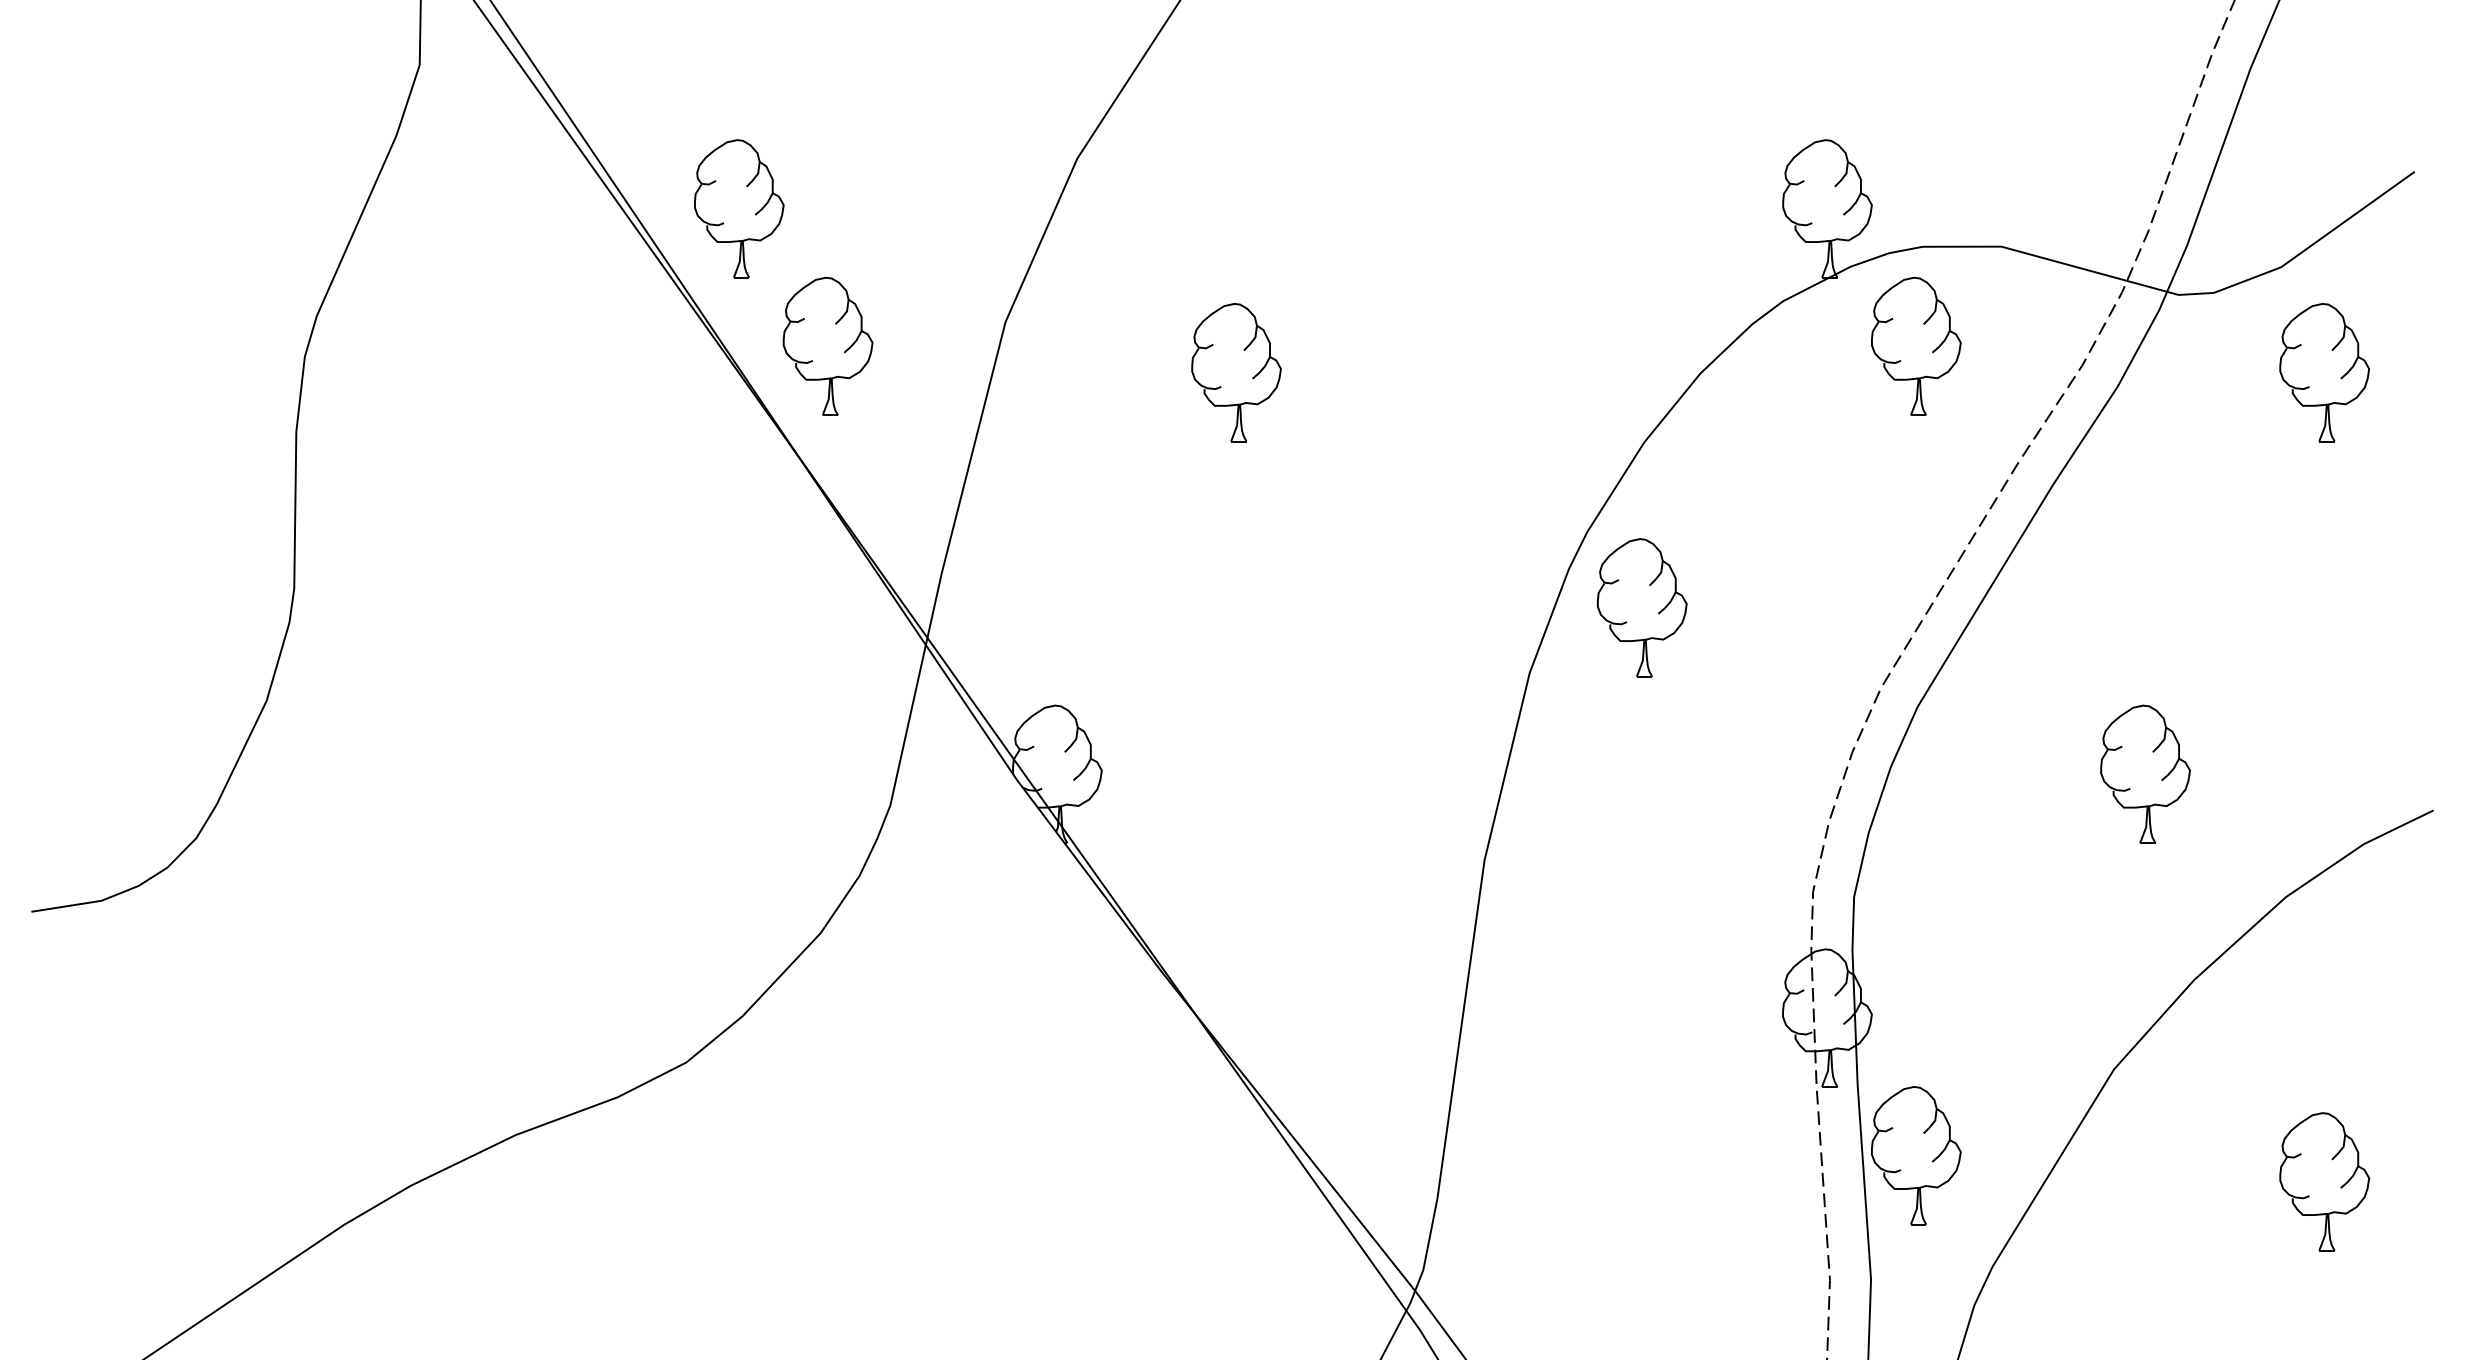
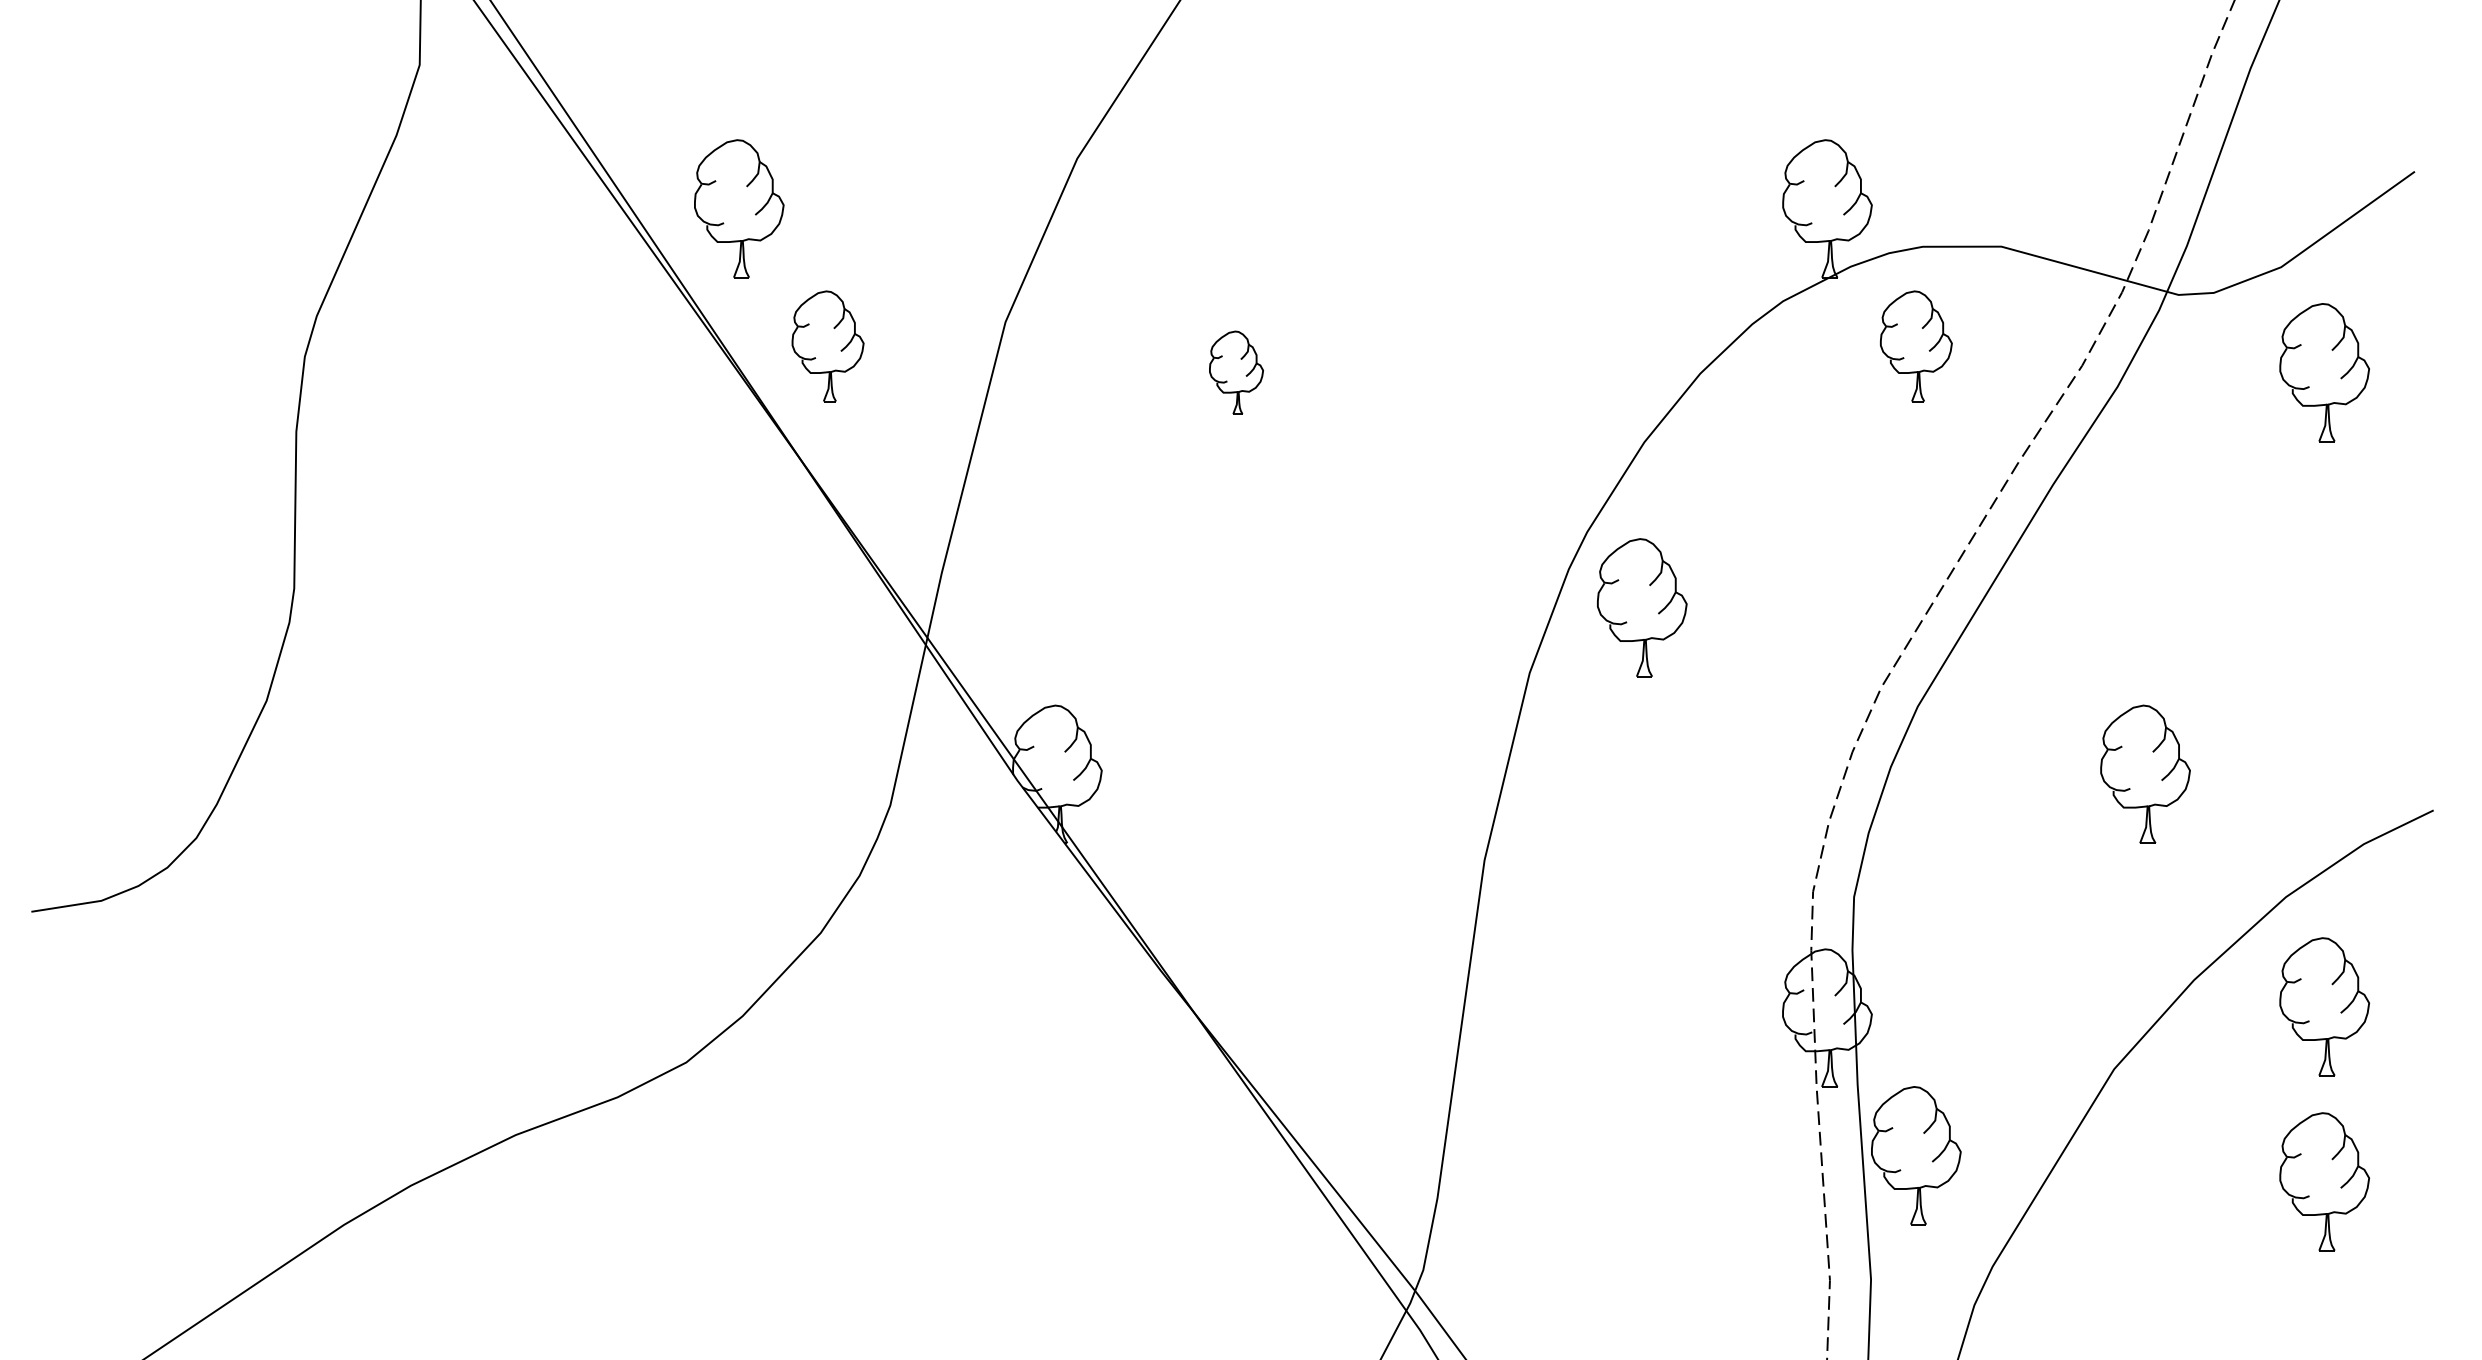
part at (827, 345) size: 92x140 px -> 74x113 px
part at (1916, 345) size: 91x140 px -> 73x113 px
part at (1236, 372) size: 91x140 px -> 56x85 px
part at (2324, 1006): none -> present
